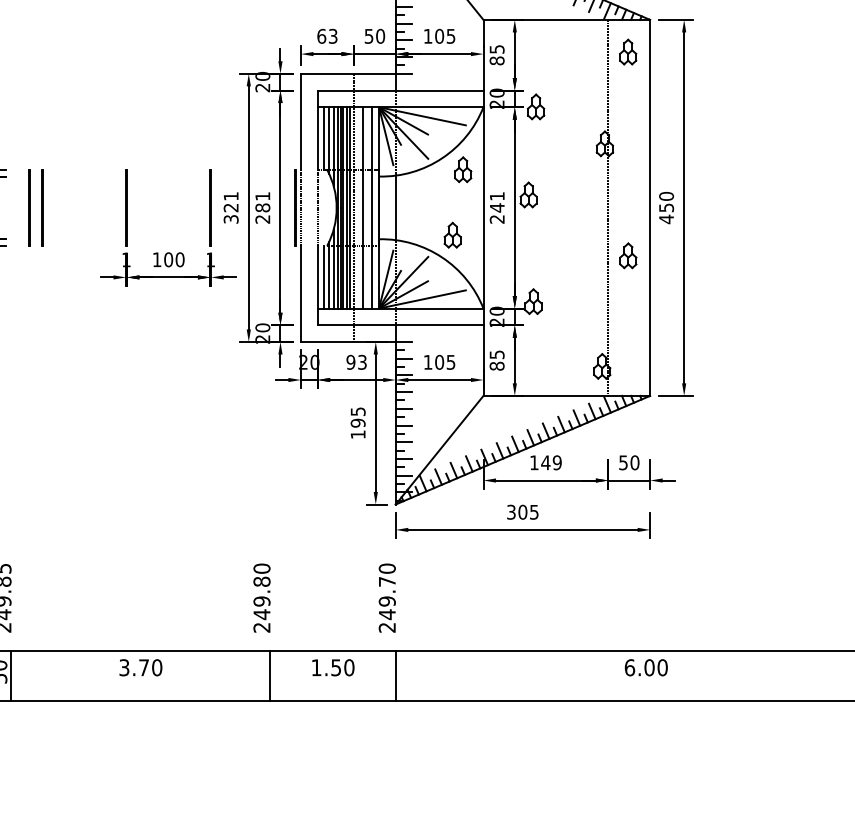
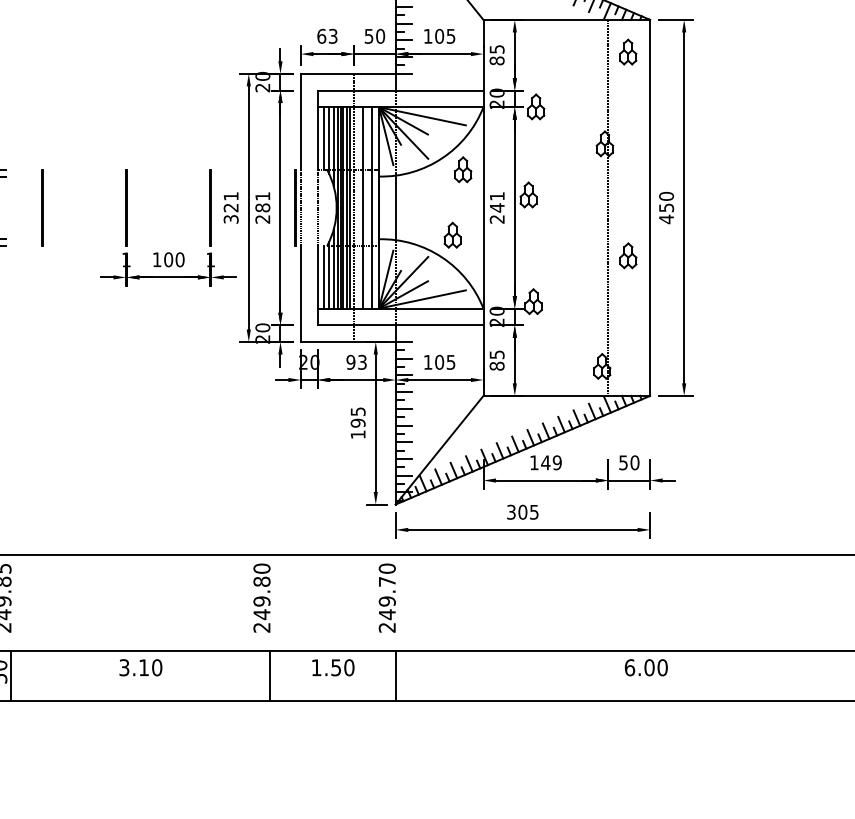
line at (29, 207): present -> none
line at (426, 554): none -> present
text at (143, 667): 3.70 -> 3.10
